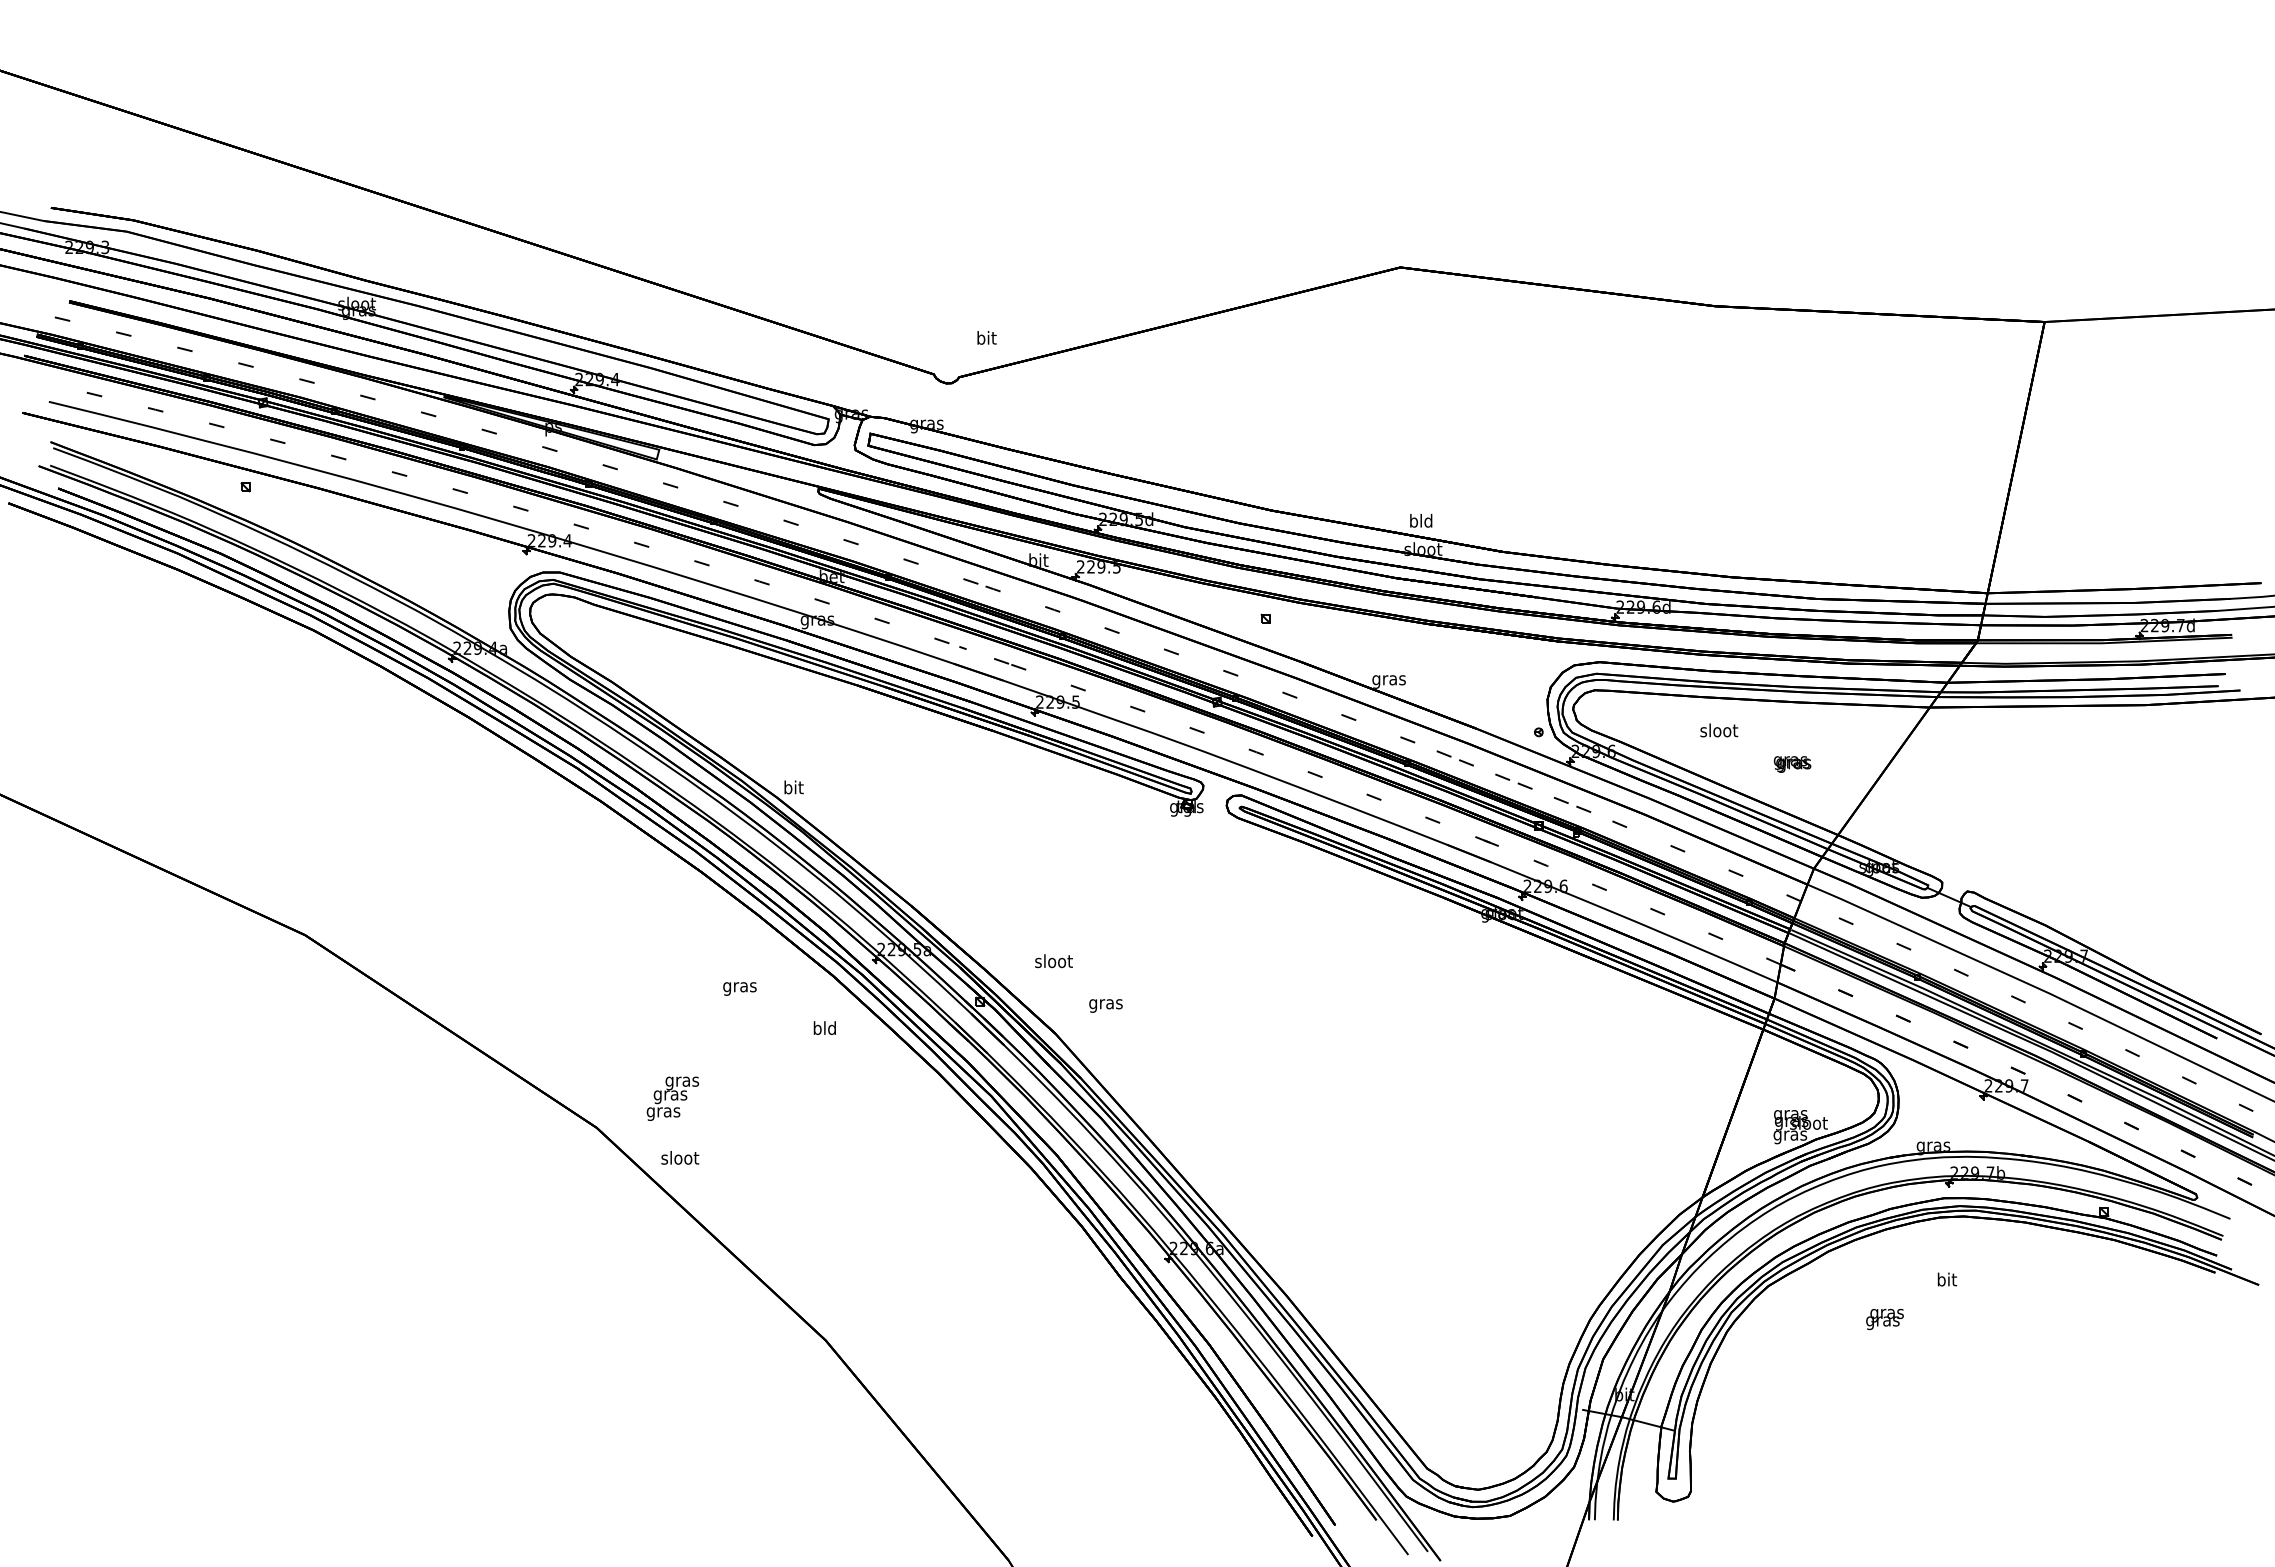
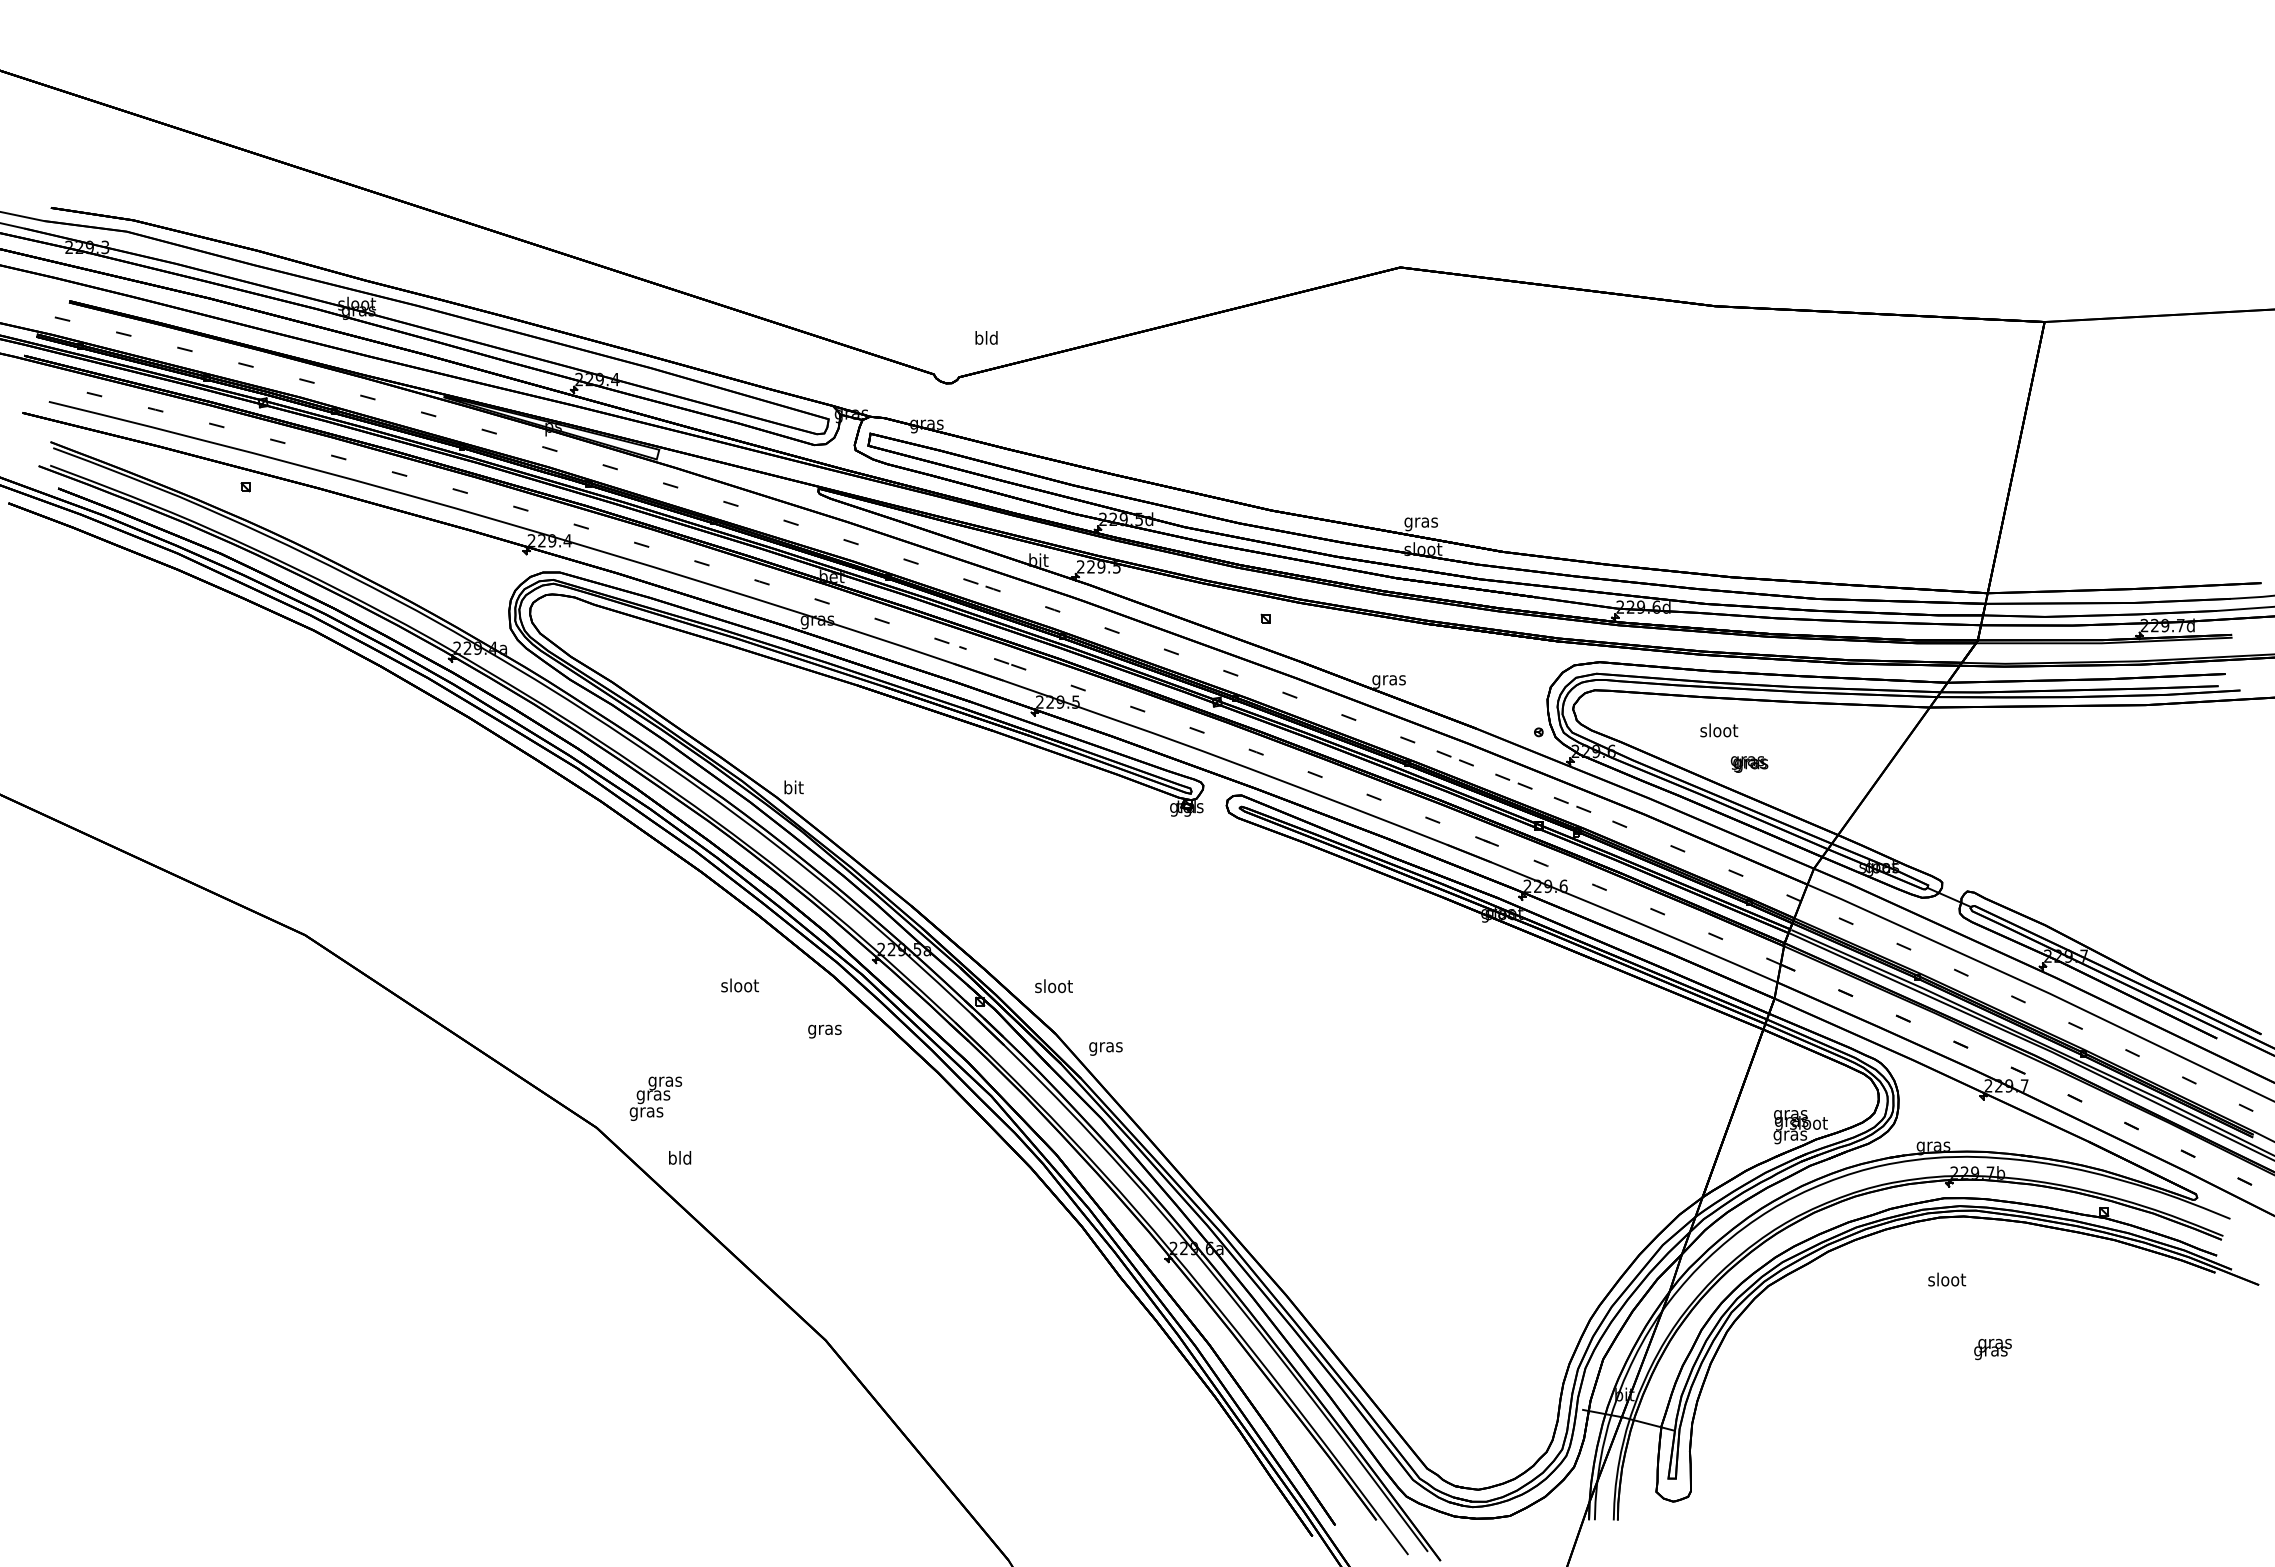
text at (986, 337): bit -> bld
text at (1420, 522): bld -> gras
text at (1792, 764) position: (1792, 764) -> (1749, 764)
text at (1053, 961) position: (1053, 961) -> (1053, 986)
text at (740, 986): gras -> sloot
text at (1105, 1005) position: (1105, 1005) -> (1105, 1048)
text at (824, 1029): bld -> gras
text at (672, 1098) position: (672, 1098) -> (655, 1098)
text at (680, 1157): sloot -> bld
text at (1947, 1279): bit -> sloot
text at (1884, 1319) position: (1884, 1319) -> (1992, 1349)
